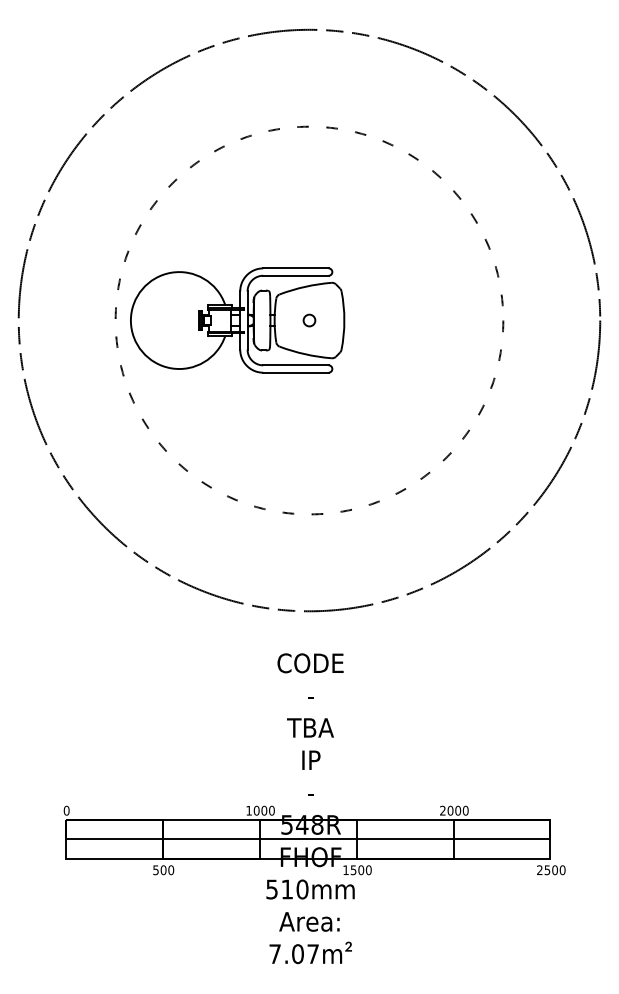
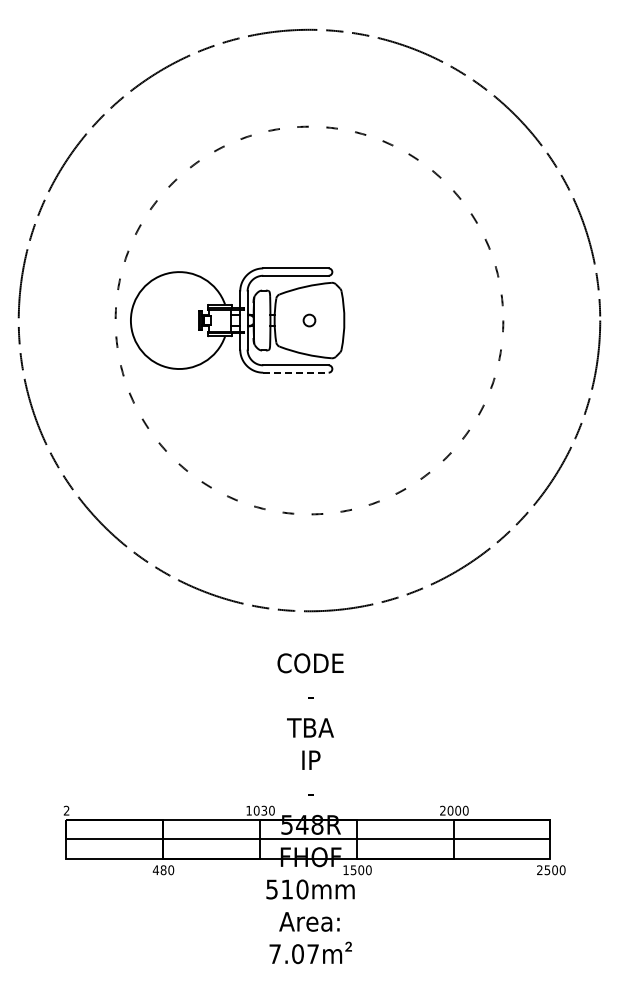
line at (295, 372): solid -> dashed
text at (66, 810): 0 -> 2
text at (264, 810): 1000 -> 1030
text at (159, 870): 500 -> 480
